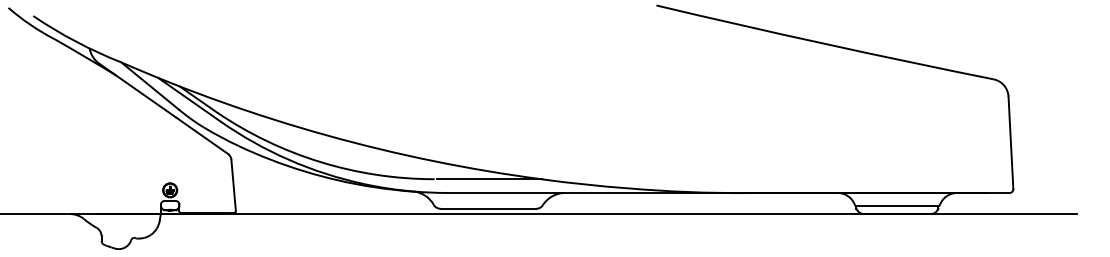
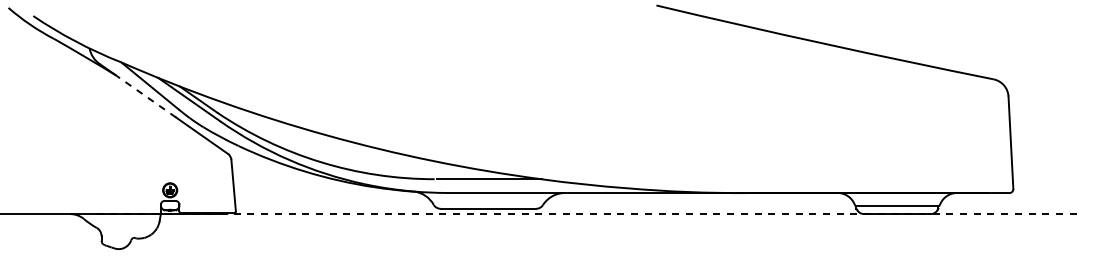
line at (145, 96): solid -> dashed
line at (587, 214): solid -> dashed
